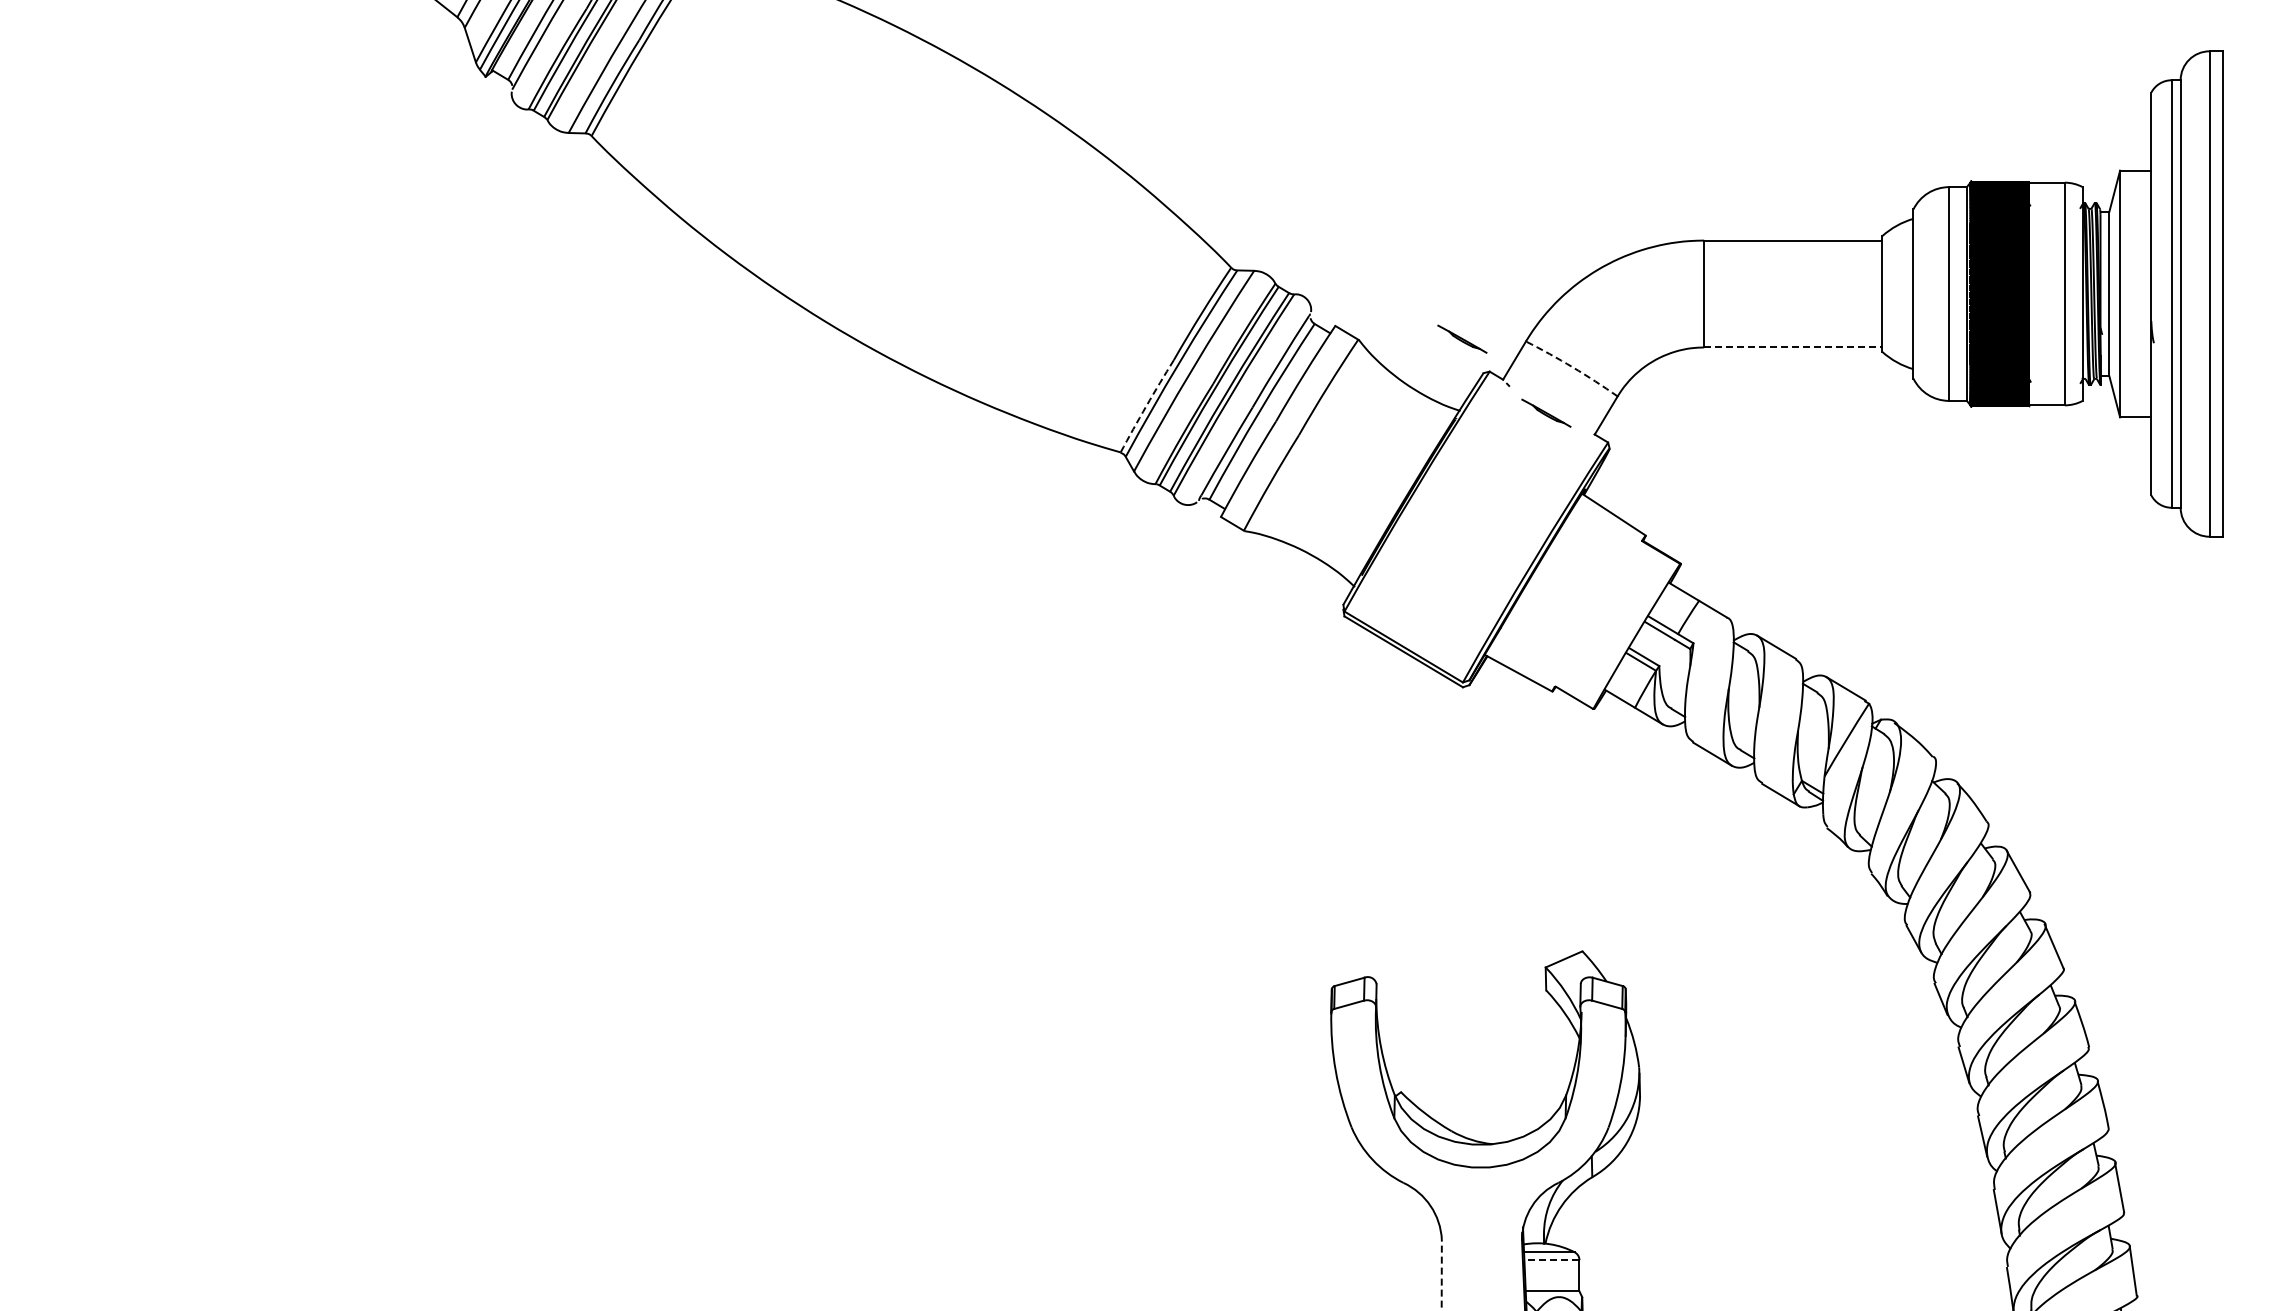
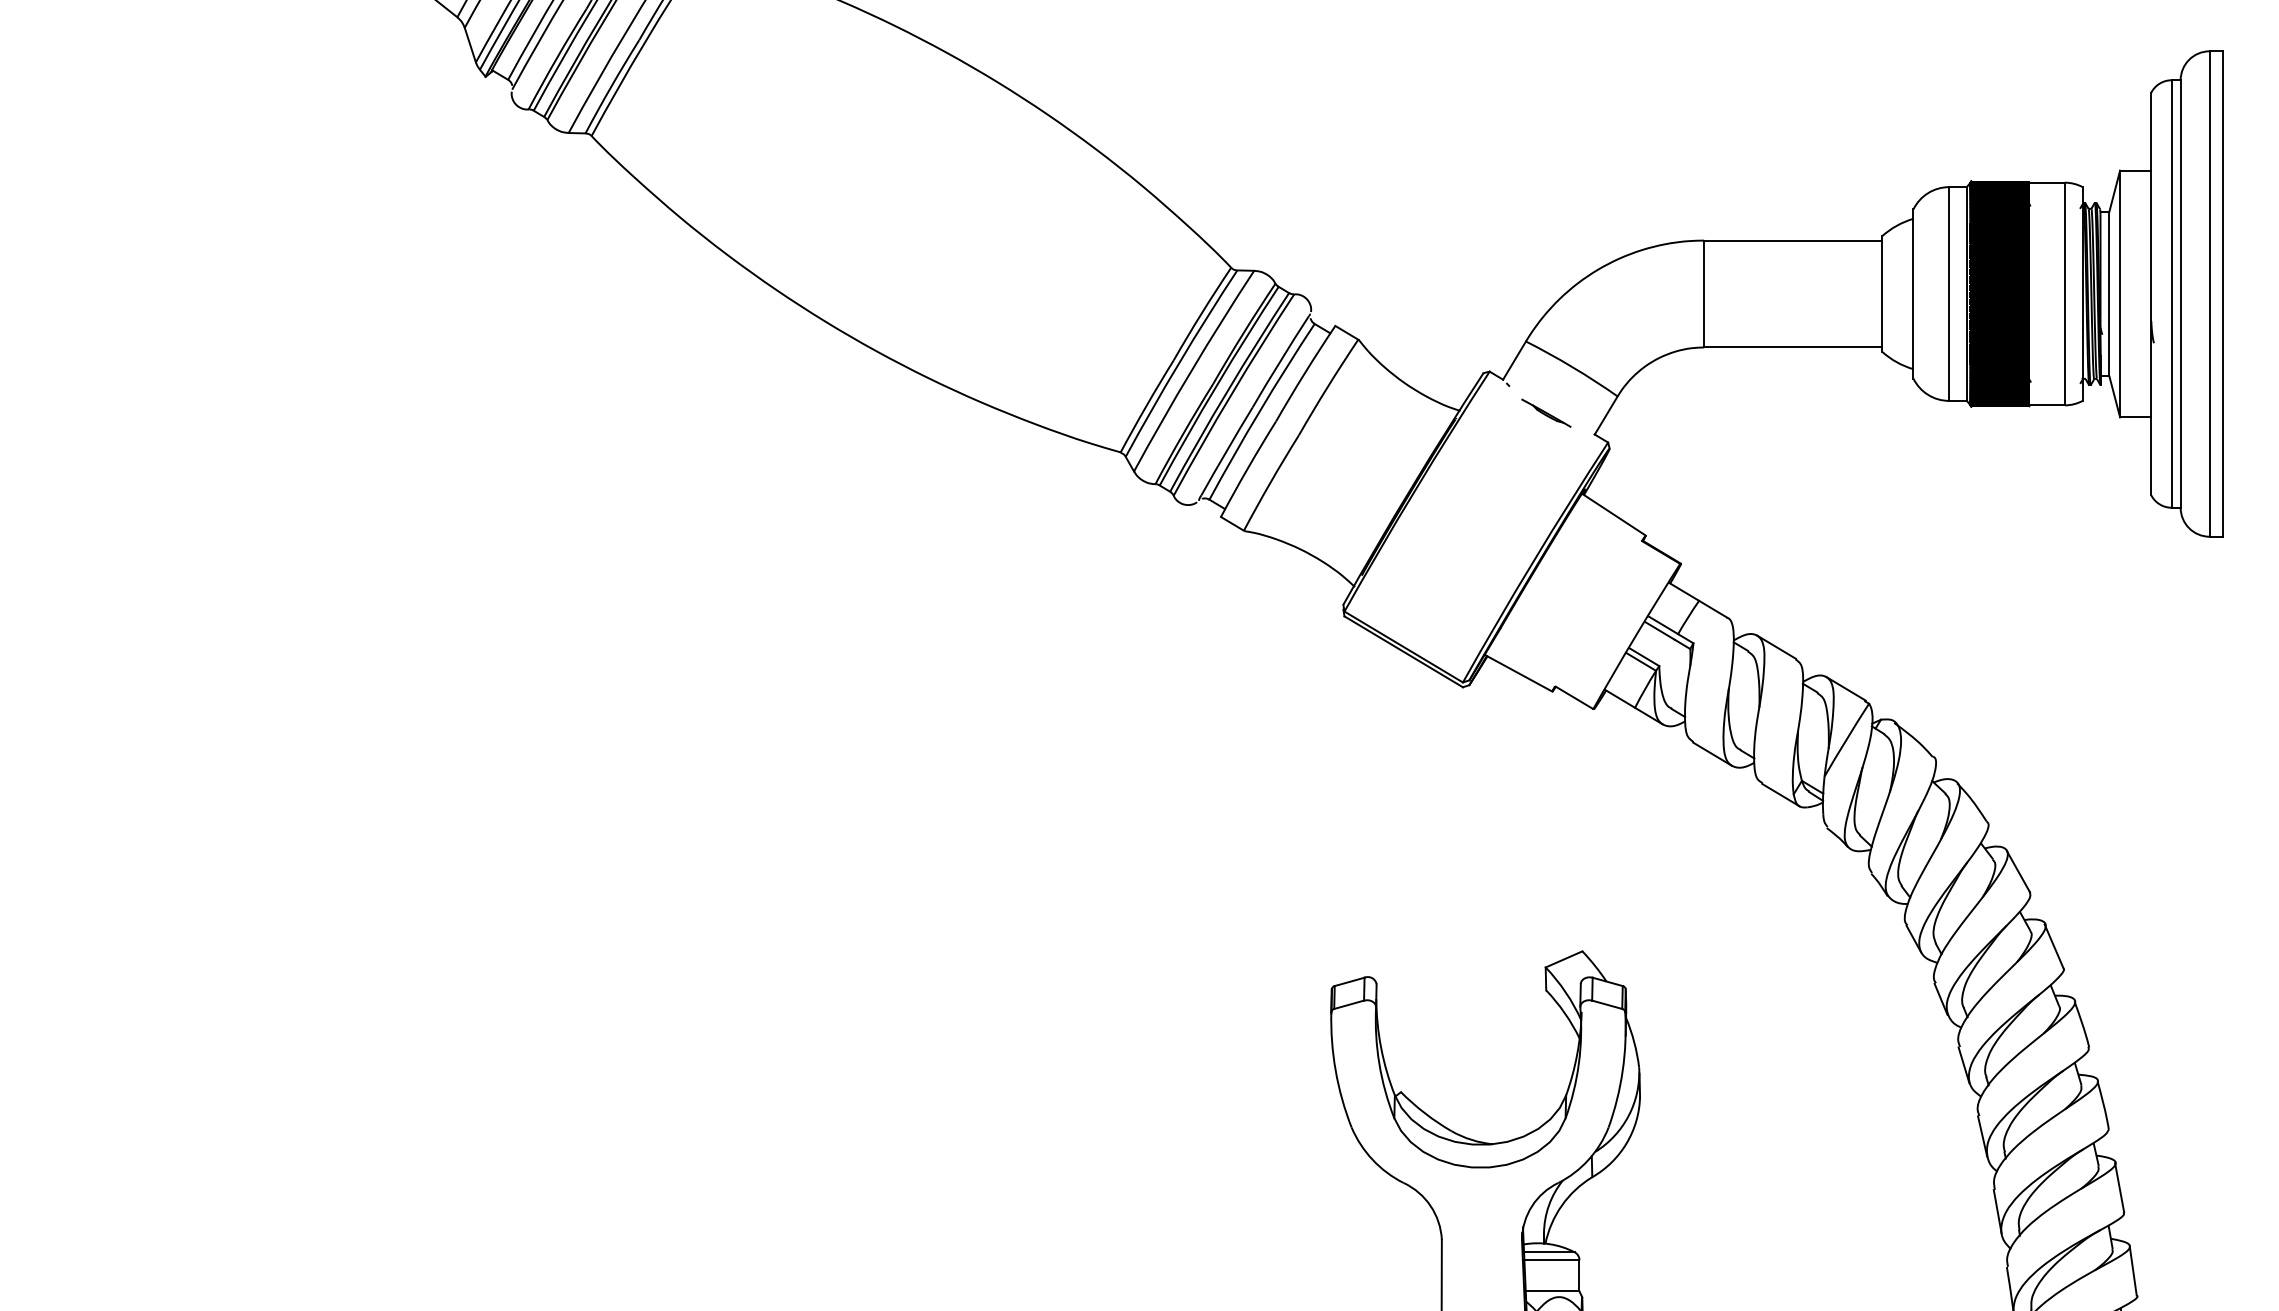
part at (1462, 338): present -> none
line at (1793, 347): dashed -> solid
arc at (1572, 367): dashed -> solid
arc at (1146, 406): dashed -> solid
line at (1551, 1260): dashed -> solid
line at (1441, 1274): dashed -> solid
